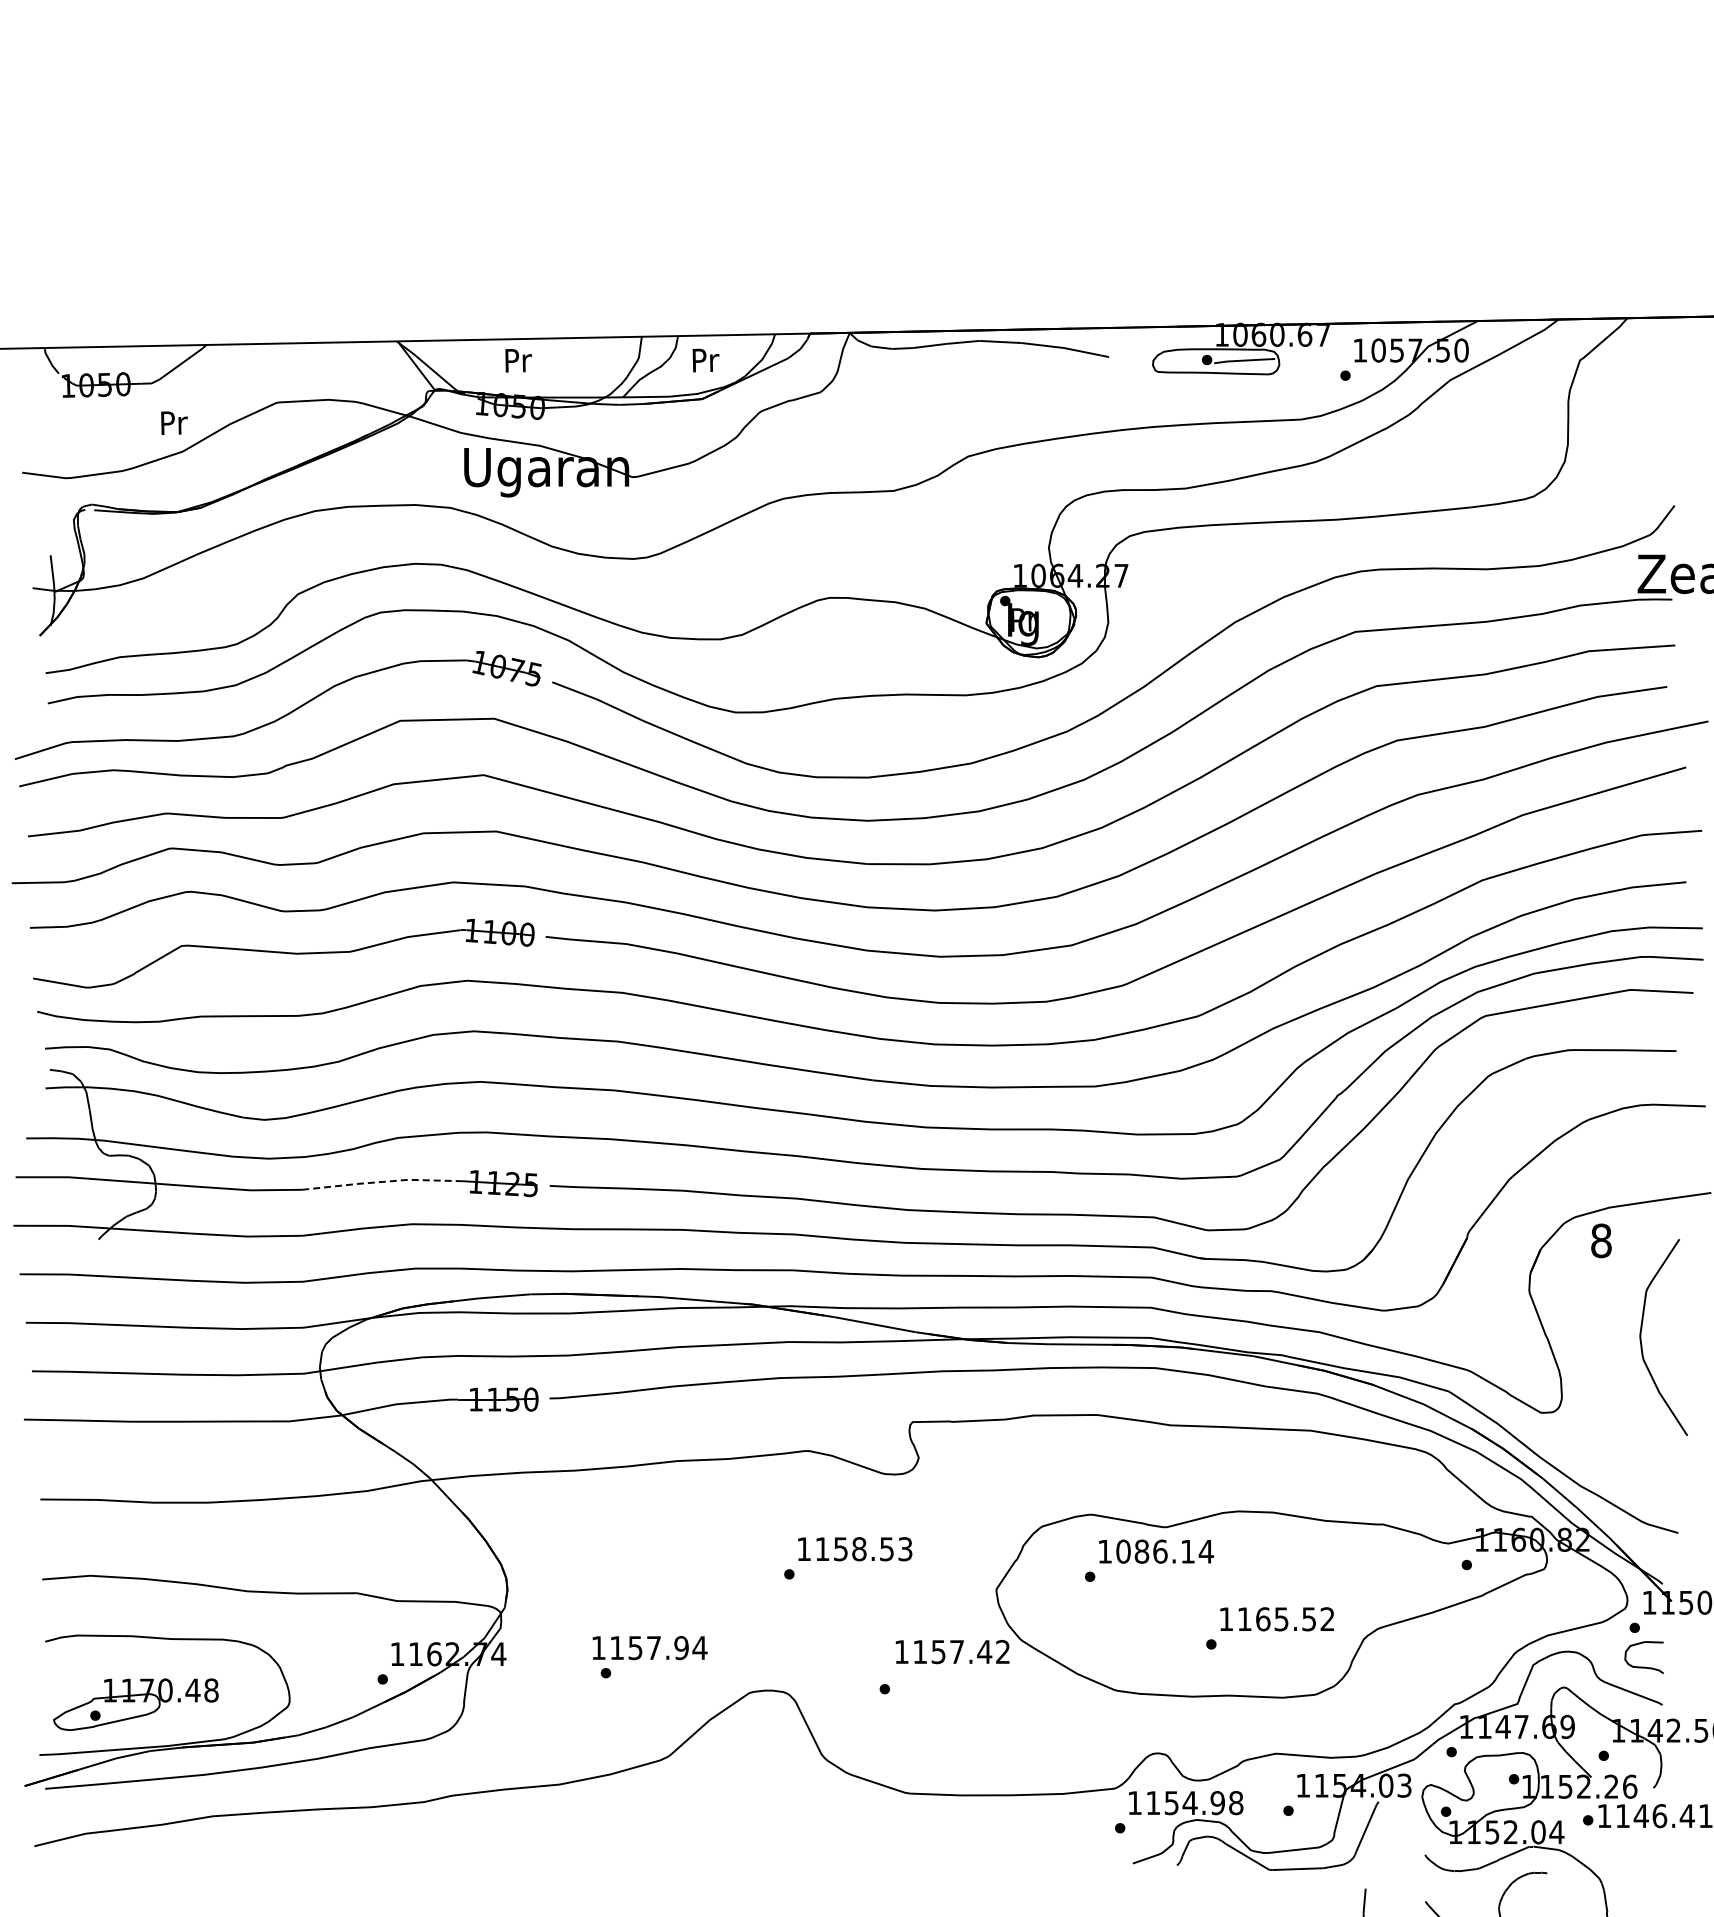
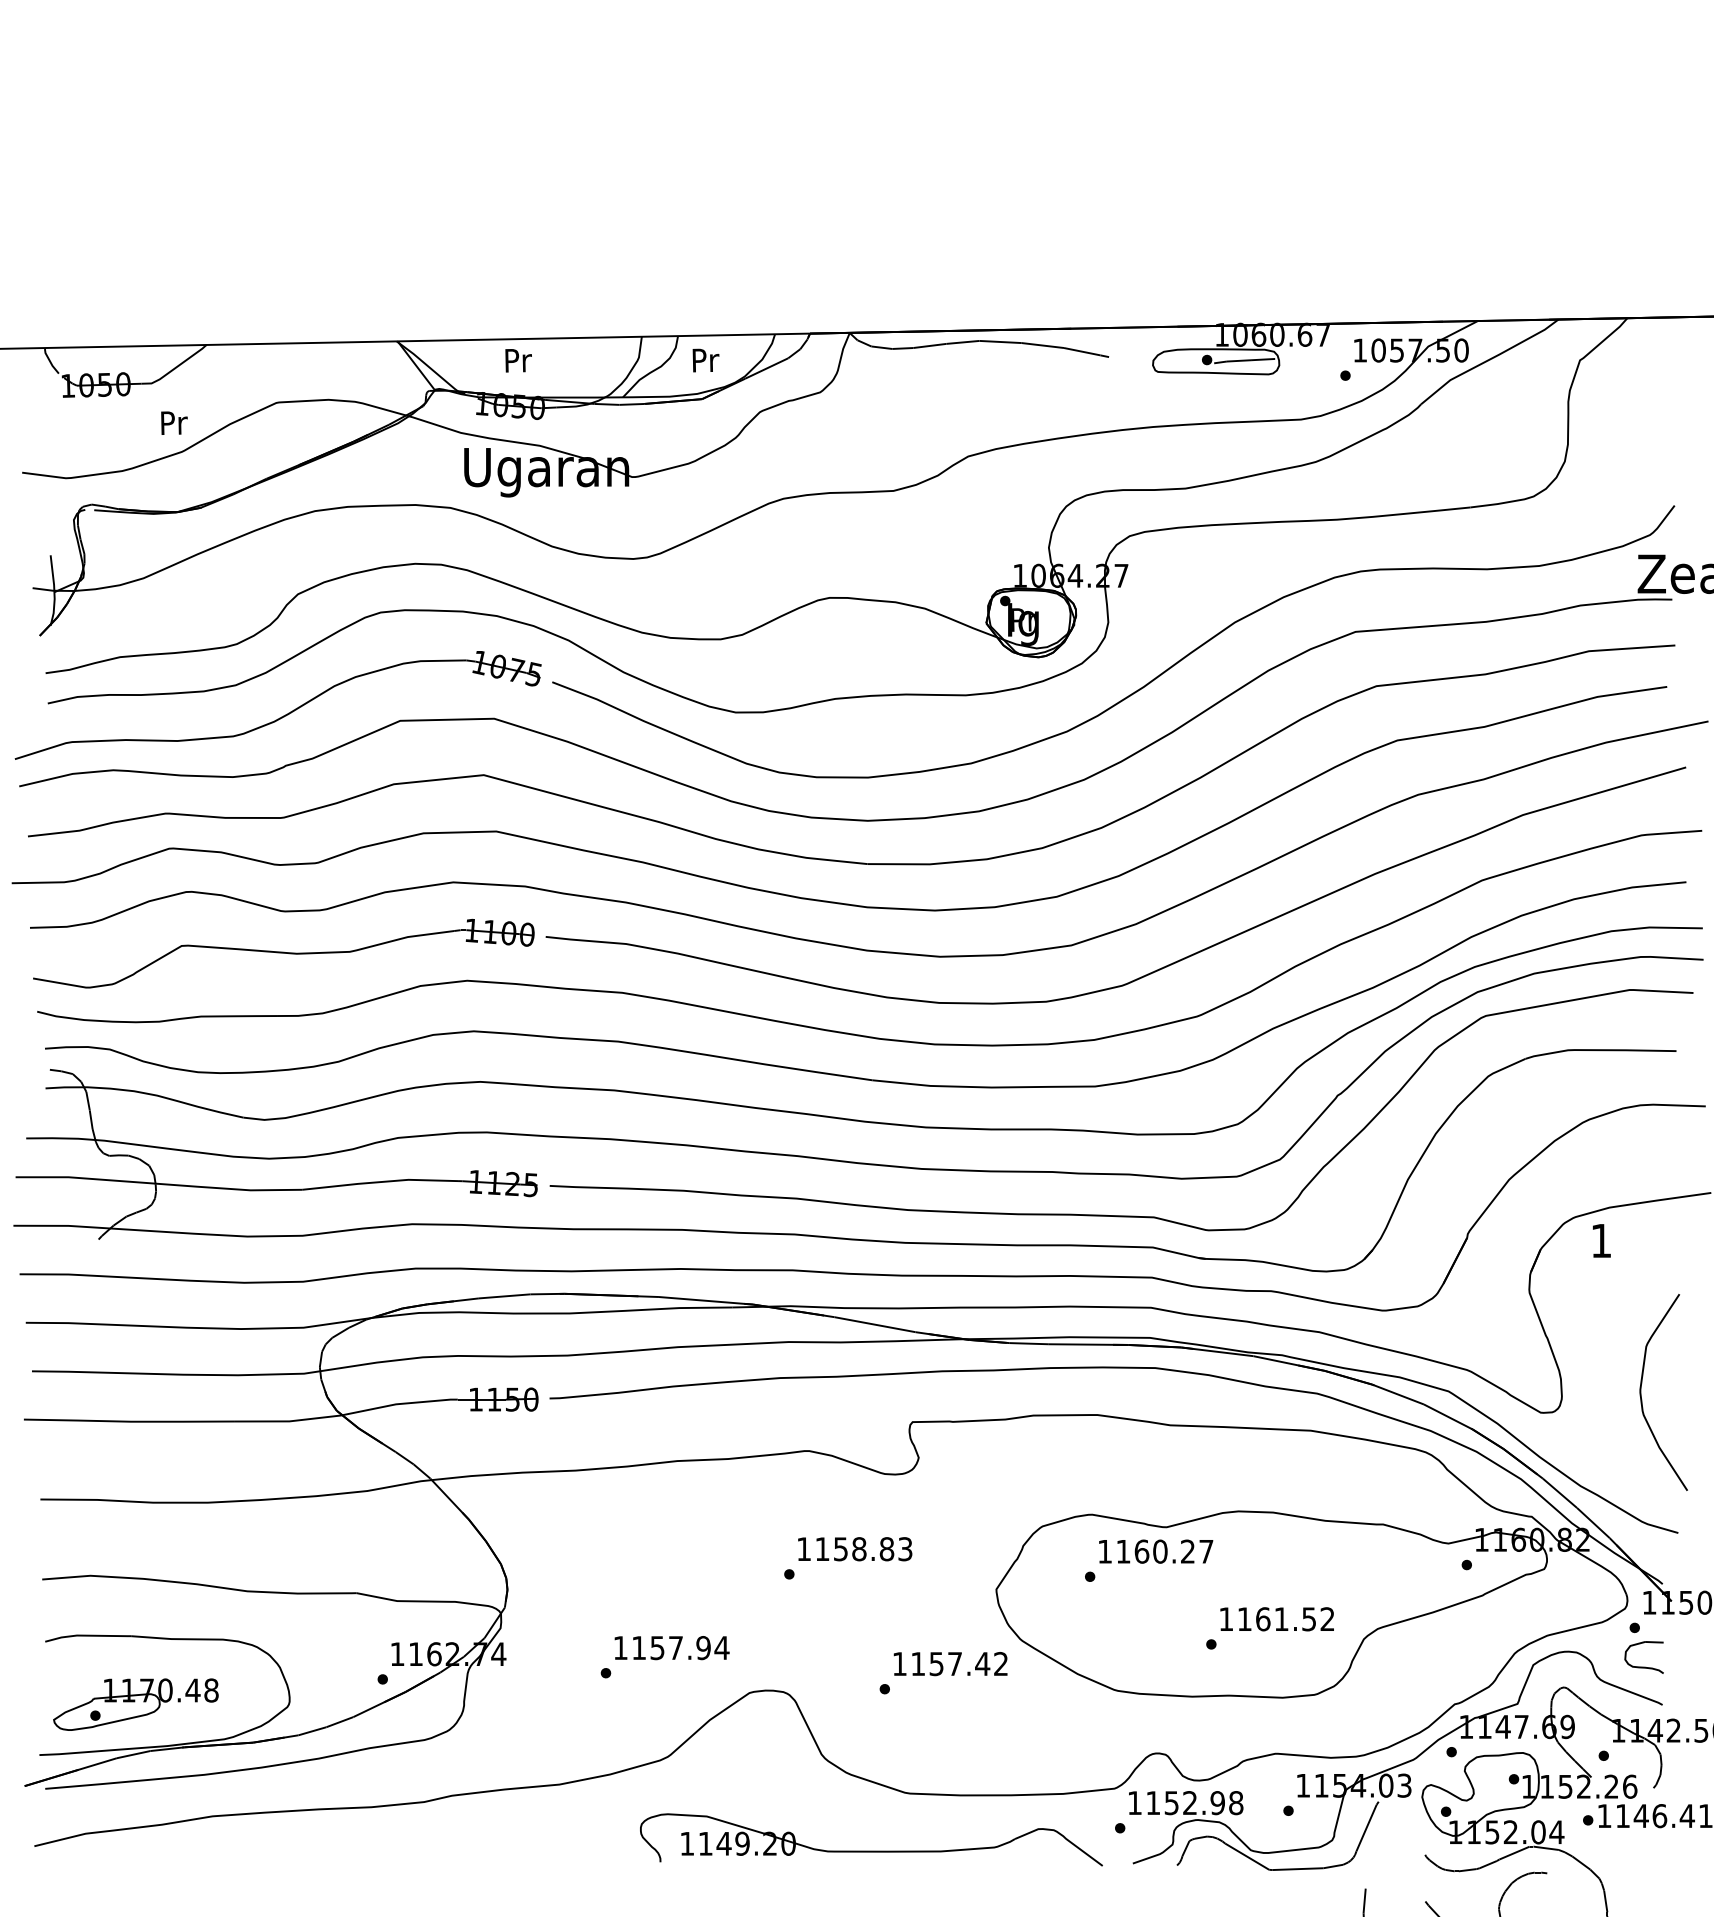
line at (379, 1182): dashed -> solid
text at (1601, 1240): 8 -> 1
curve at (1641, 1337) position: (1641, 1337) -> (1641, 1392)
text at (886, 1549): 1158.53 -> 1158.83
text at (1164, 1551): 1086.14 -> 1160.27
text at (1281, 1619): 1165.52 -> 1161.52
text at (649, 1648) position: (649, 1648) -> (671, 1648)
text at (952, 1652) position: (952, 1652) -> (950, 1664)
text at (1189, 1802): 1154.98 -> 1152.98
part at (871, 1850): none -> present
